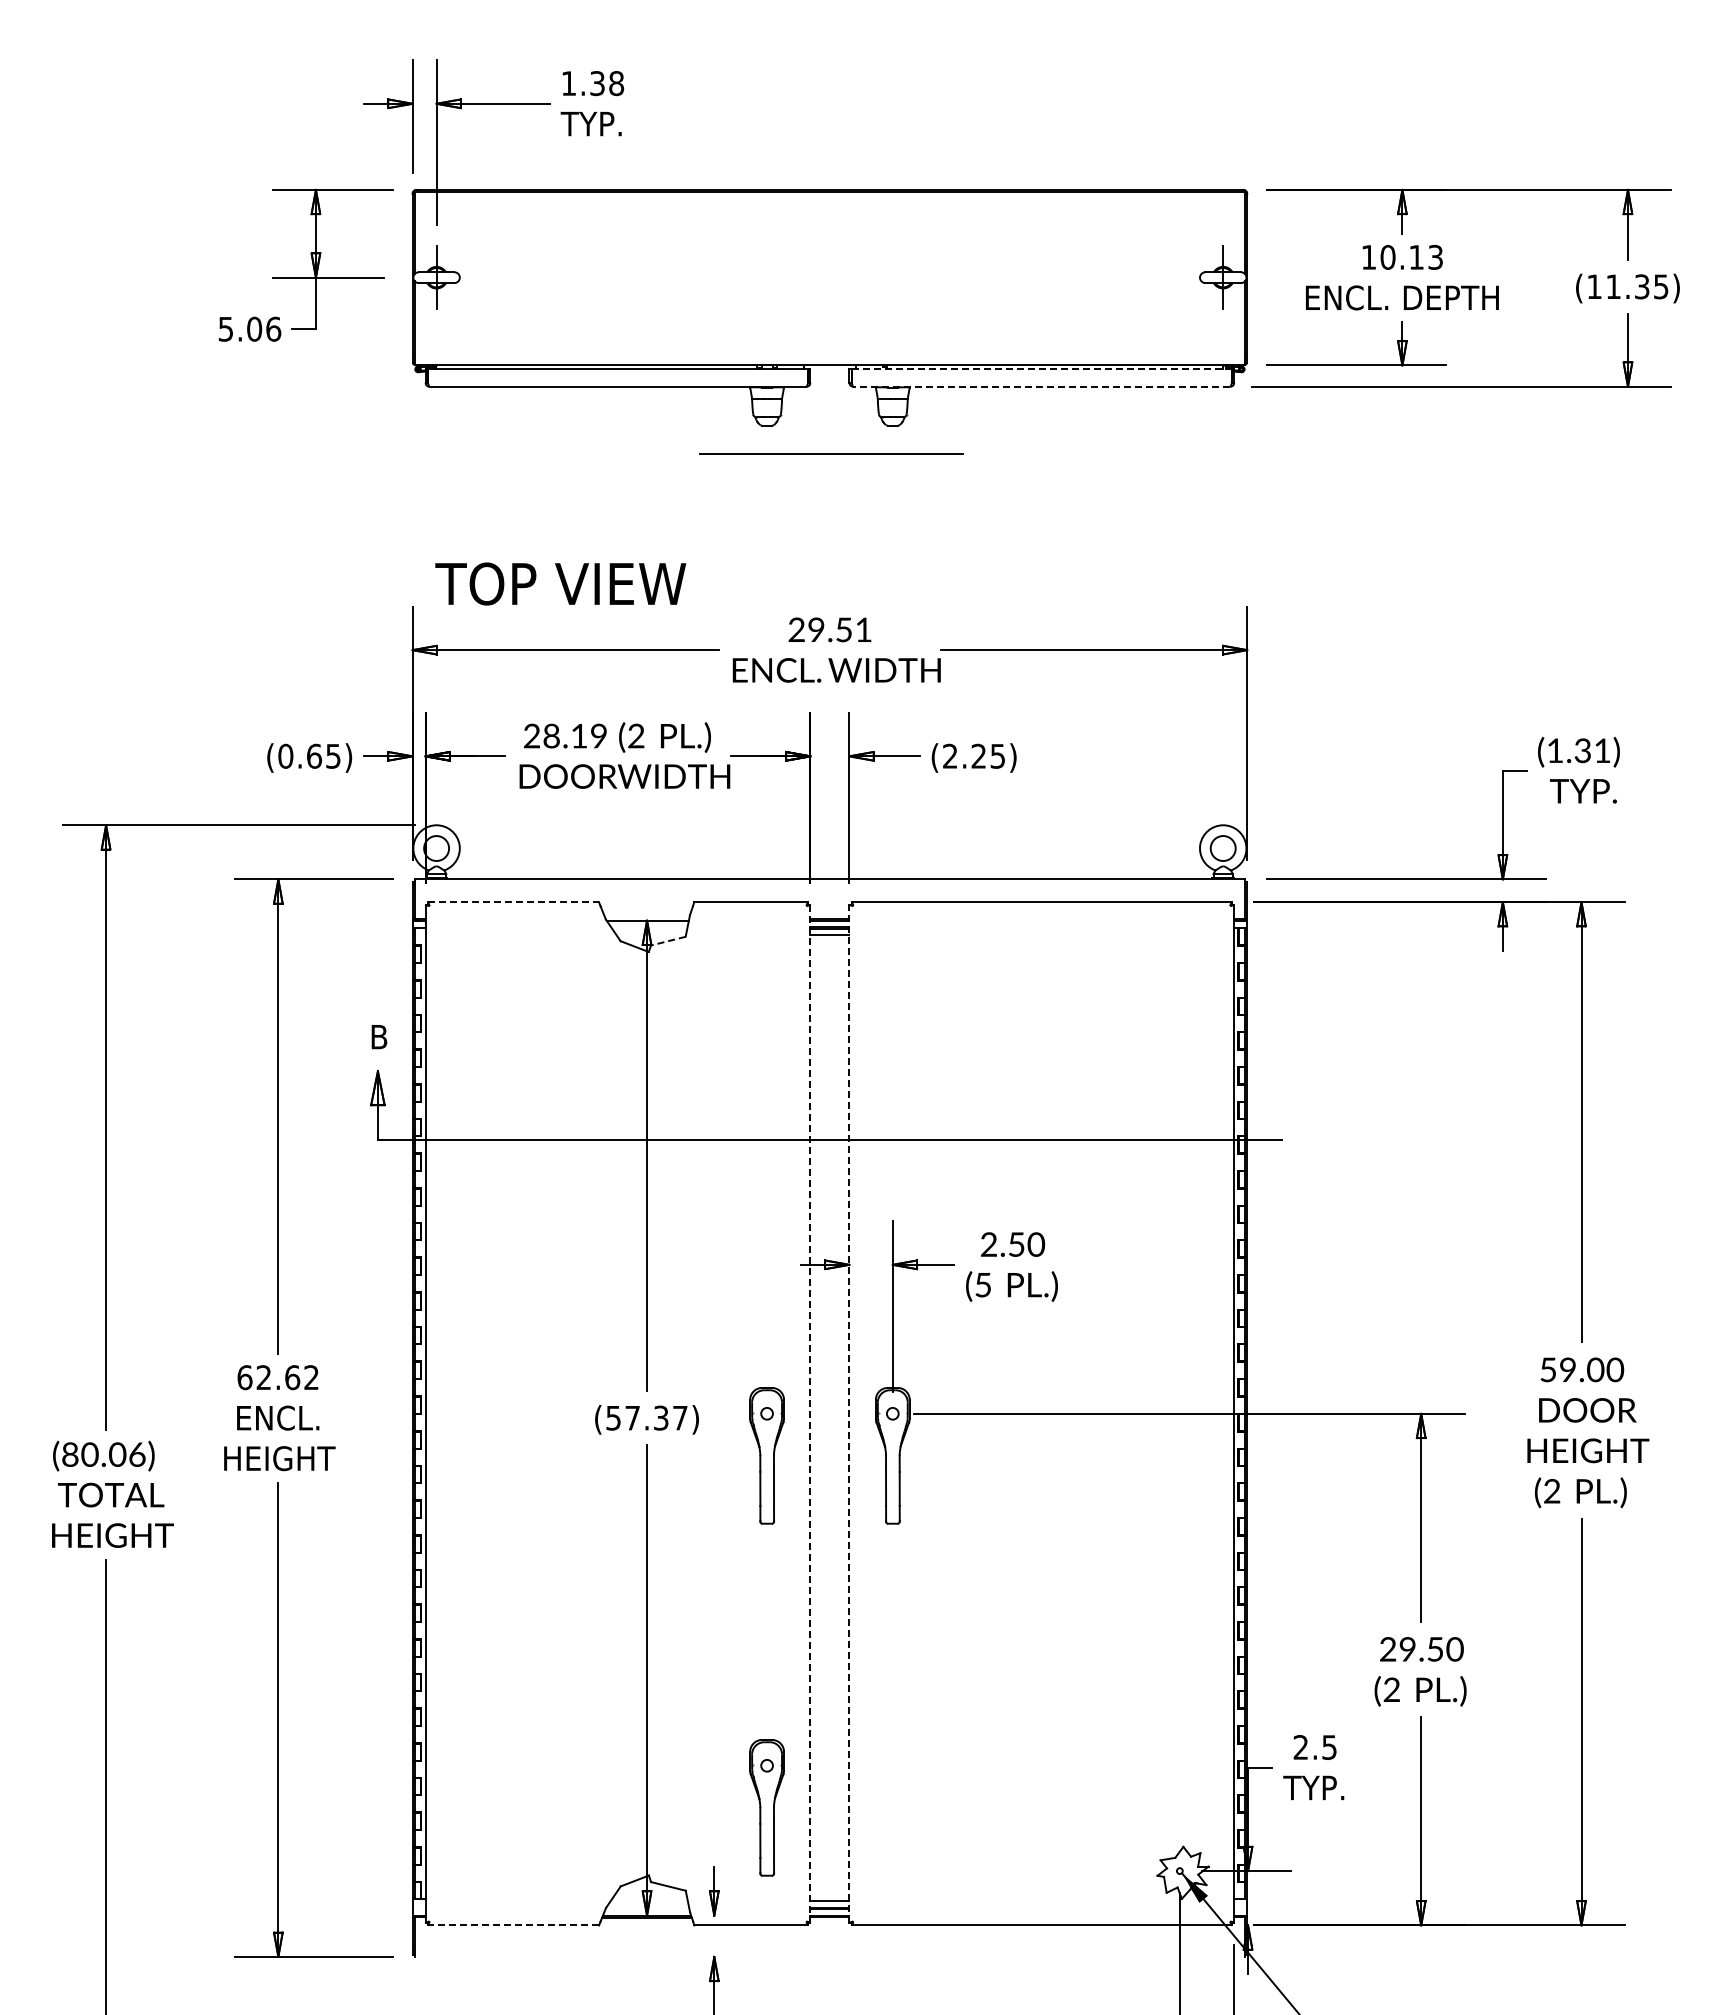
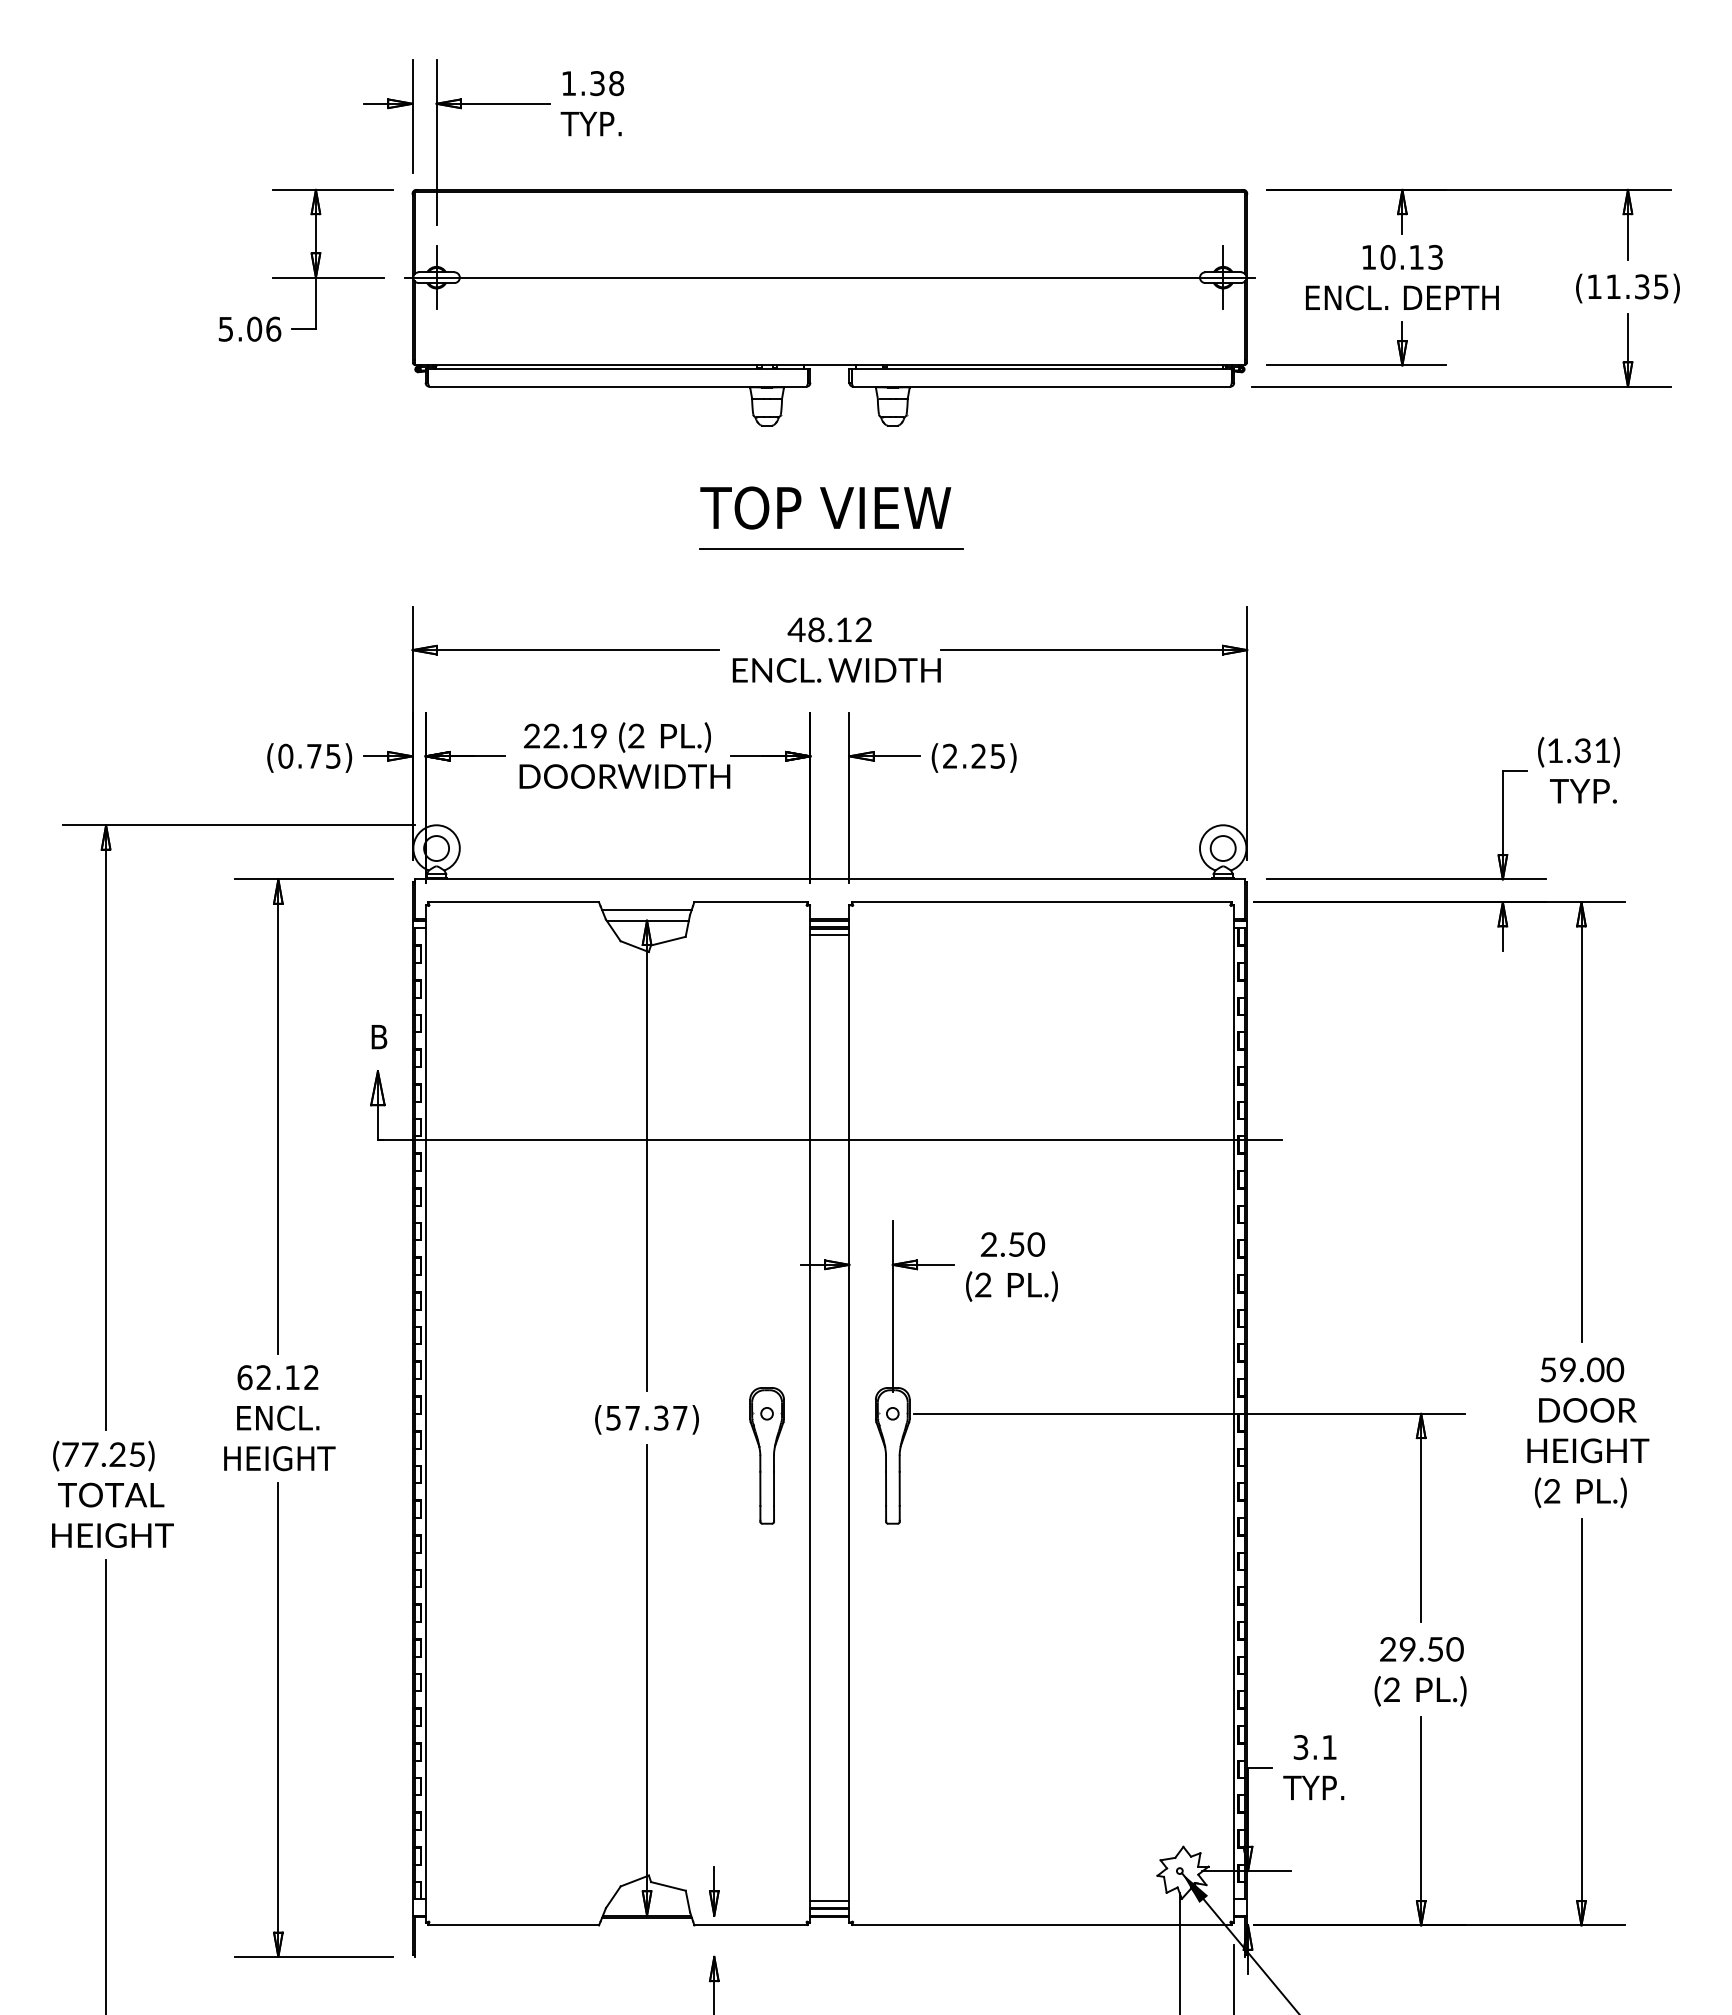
line at (829, 277): none -> present
line at (1042, 369): dashed -> solid
line at (1041, 386): dashed -> solid
line at (831, 453) position: (831, 453) -> (831, 548)
text at (560, 583) position: (560, 583) -> (825, 507)
text at (829, 629): 29.51 -> 48.12
text at (551, 736): 28.19 -> 22.19
text at (314, 755): (0.65) -> (0.75)
line at (513, 902): dashed -> solid
line at (646, 909): none -> present
line at (668, 941): dashed -> solid
text at (983, 1284): (5 -> (2
text at (292, 1377): 62.62 -> 62.12
line at (849, 1413): dashed -> solid
line at (810, 1414): dashed -> solid
text at (103, 1454): (80.06) -> (77.25)
text at (1314, 1747): 2.5 -> 3.1
part at (766, 1807): present -> none
line at (513, 1925): dashed -> solid
